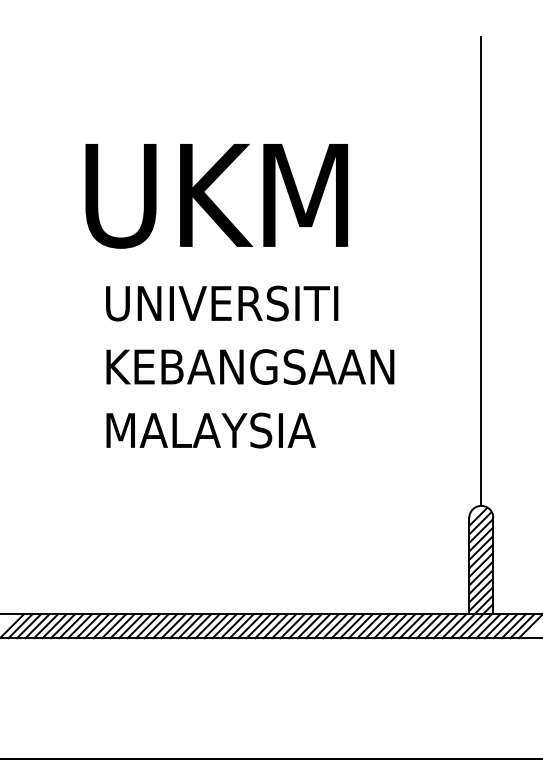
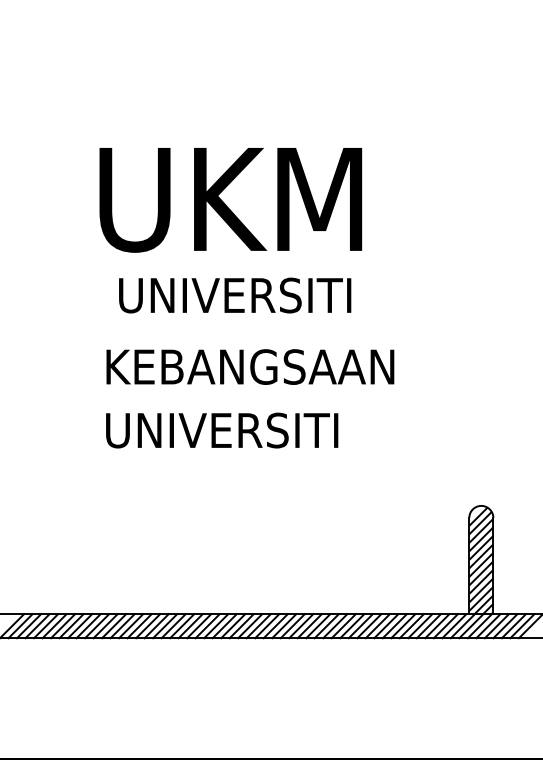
text at (216, 196) position: (216, 196) -> (230, 200)
line at (481, 270): present -> none
text at (222, 303) position: (222, 303) -> (235, 295)
text at (222, 430): MALAYSIA -> UNIVERSITI
